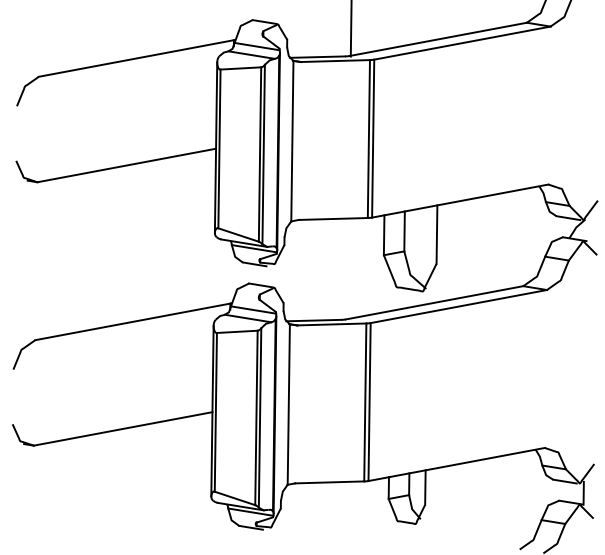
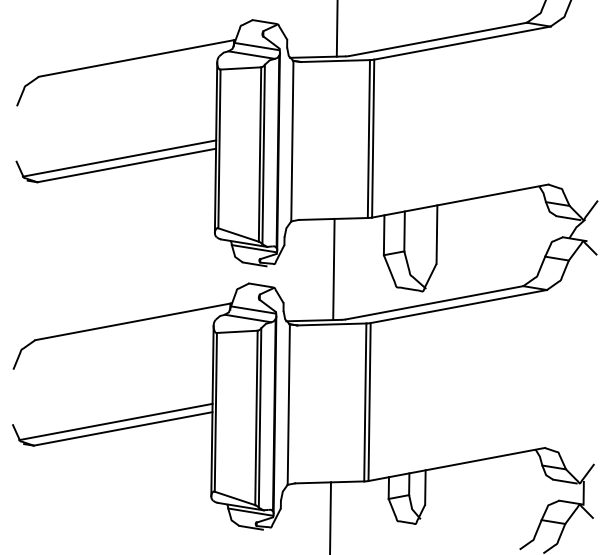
line at (350, 29) position: (350, 29) -> (336, 29)
line at (119, 158): none -> present
line at (333, 268): none -> present
line at (115, 421): none -> present
line at (330, 516): none -> present
